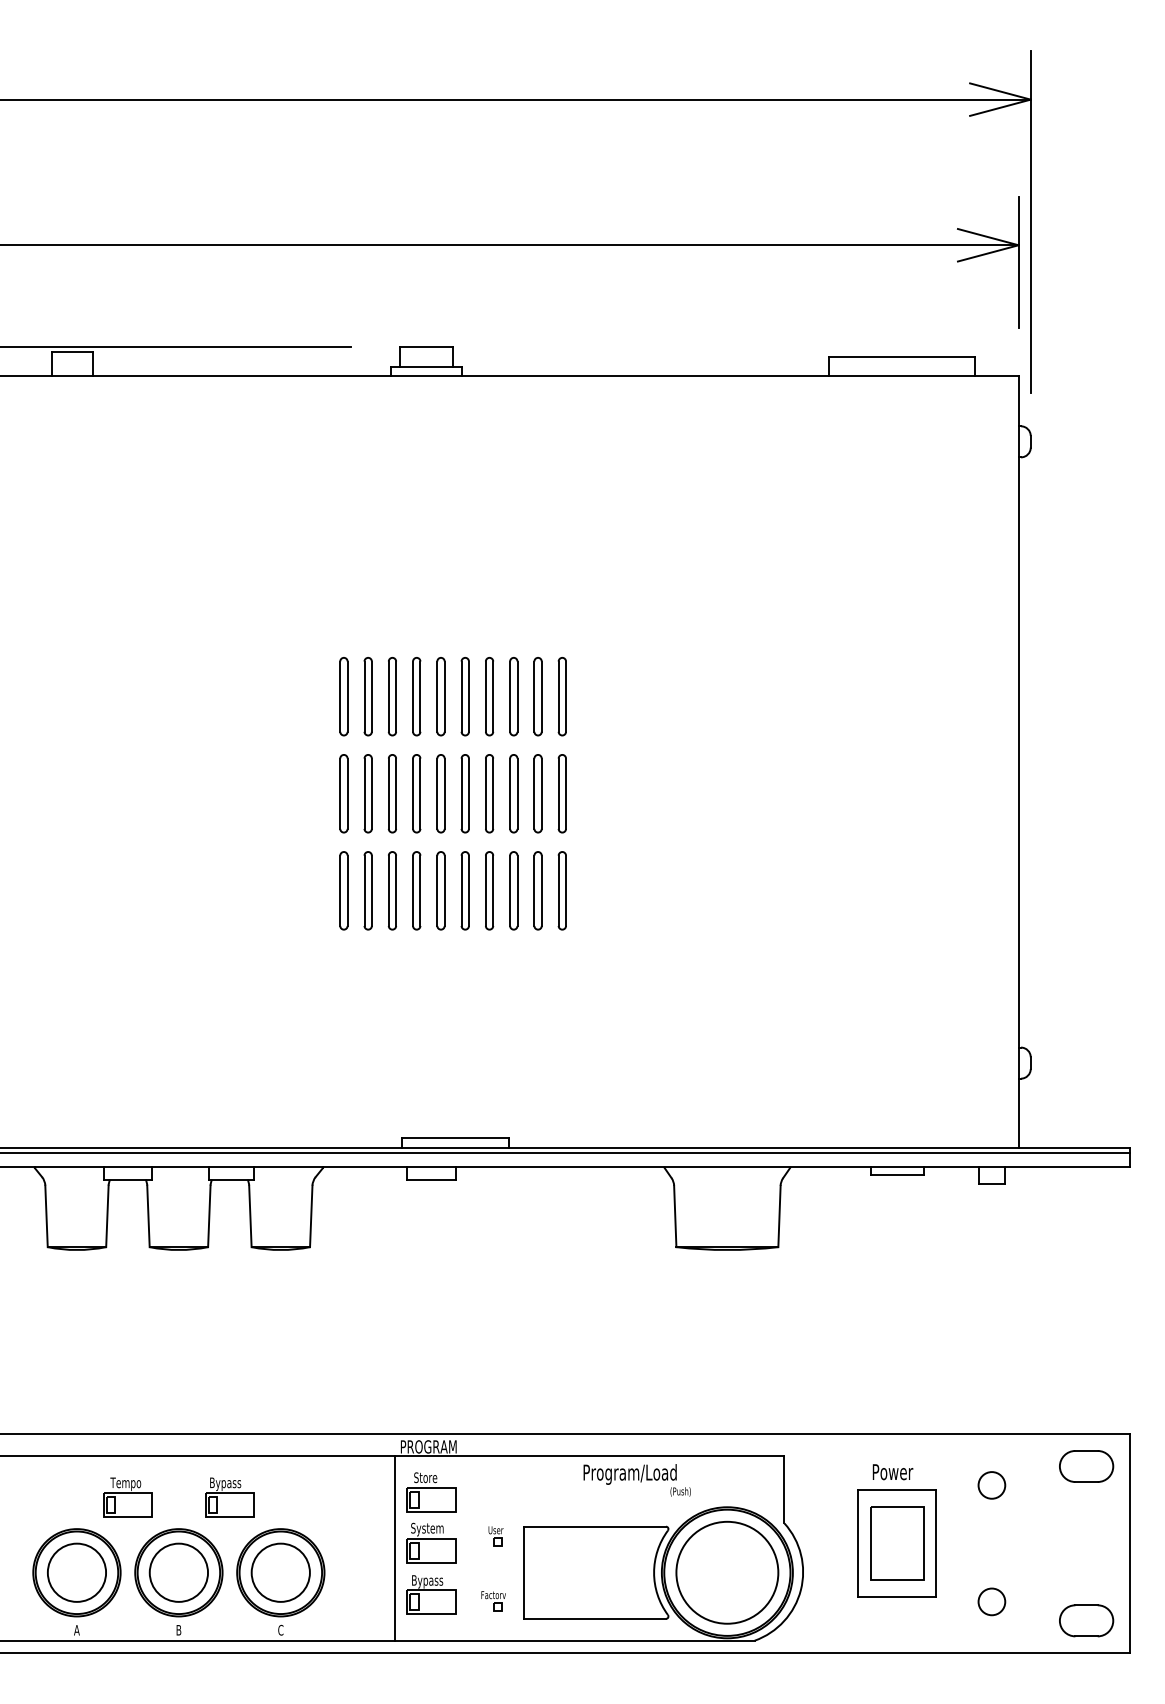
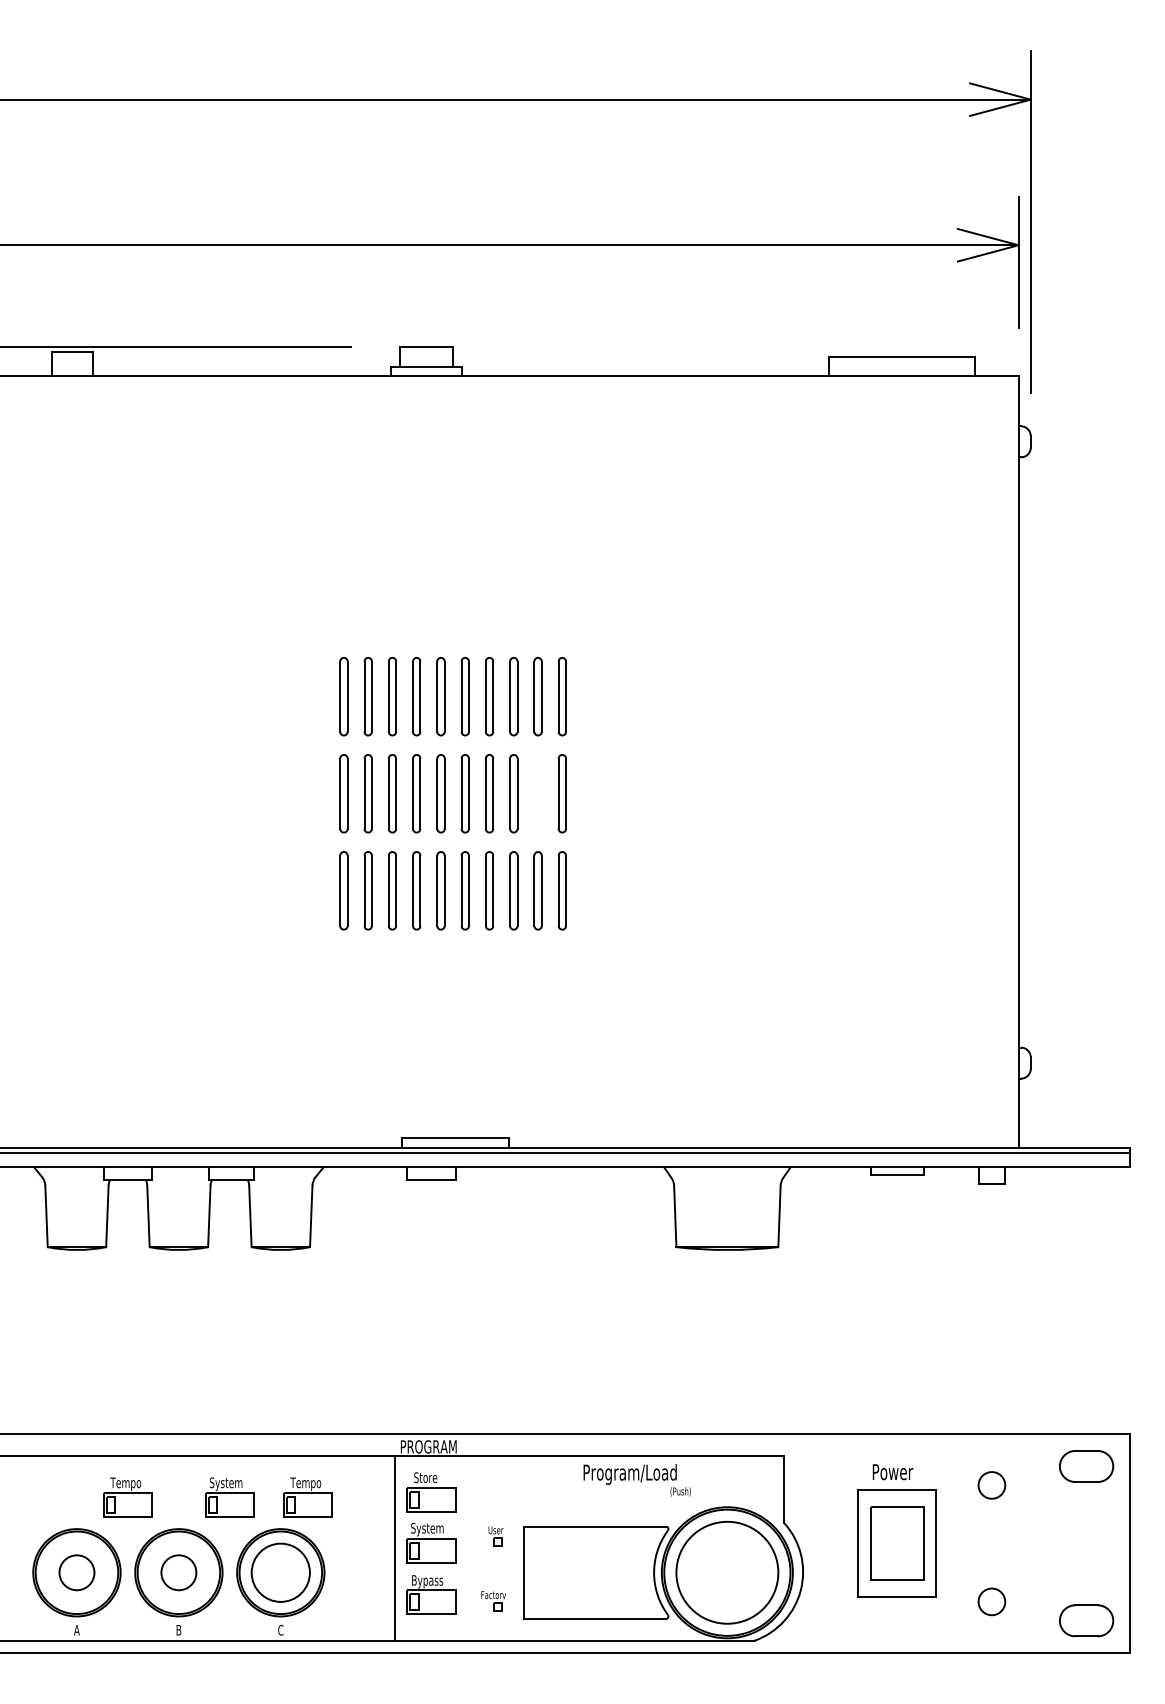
part at (537, 793): present -> none
text at (225, 1483): Bypass -> System
part at (307, 1497): none -> present
circle at (76, 1572) diameter: 58 px -> 35 px
circle at (178, 1572) diameter: 58 px -> 35 px
